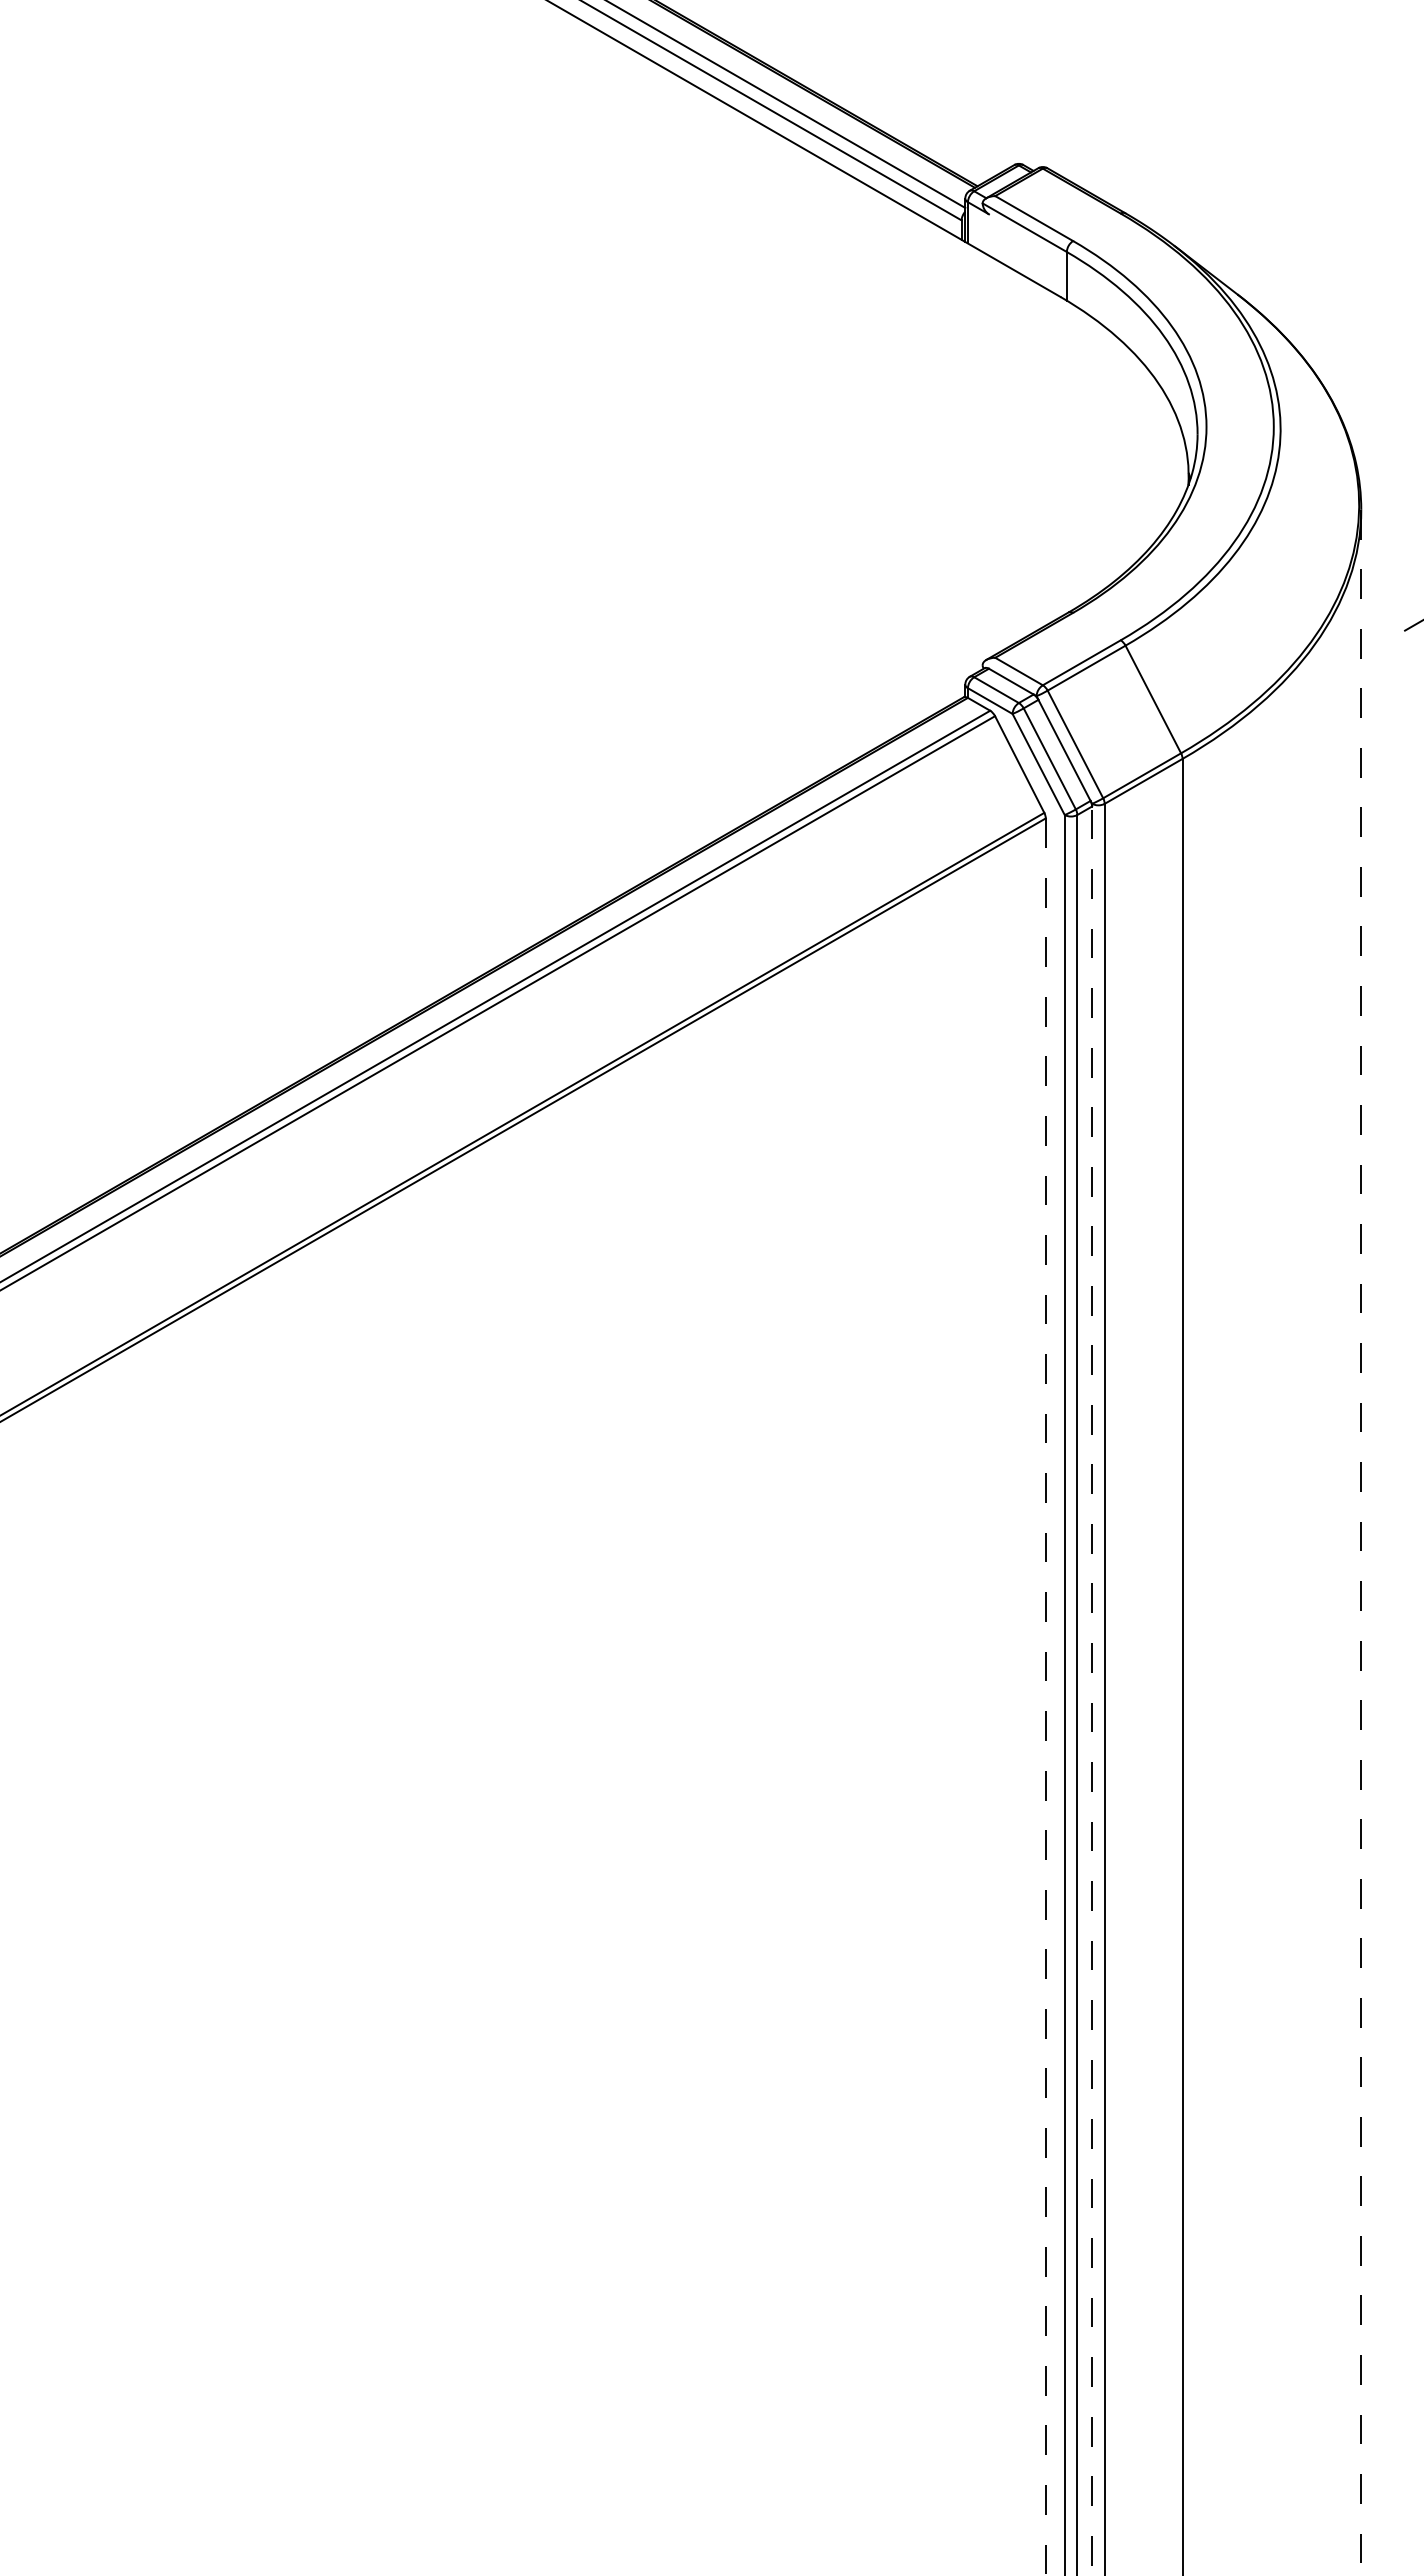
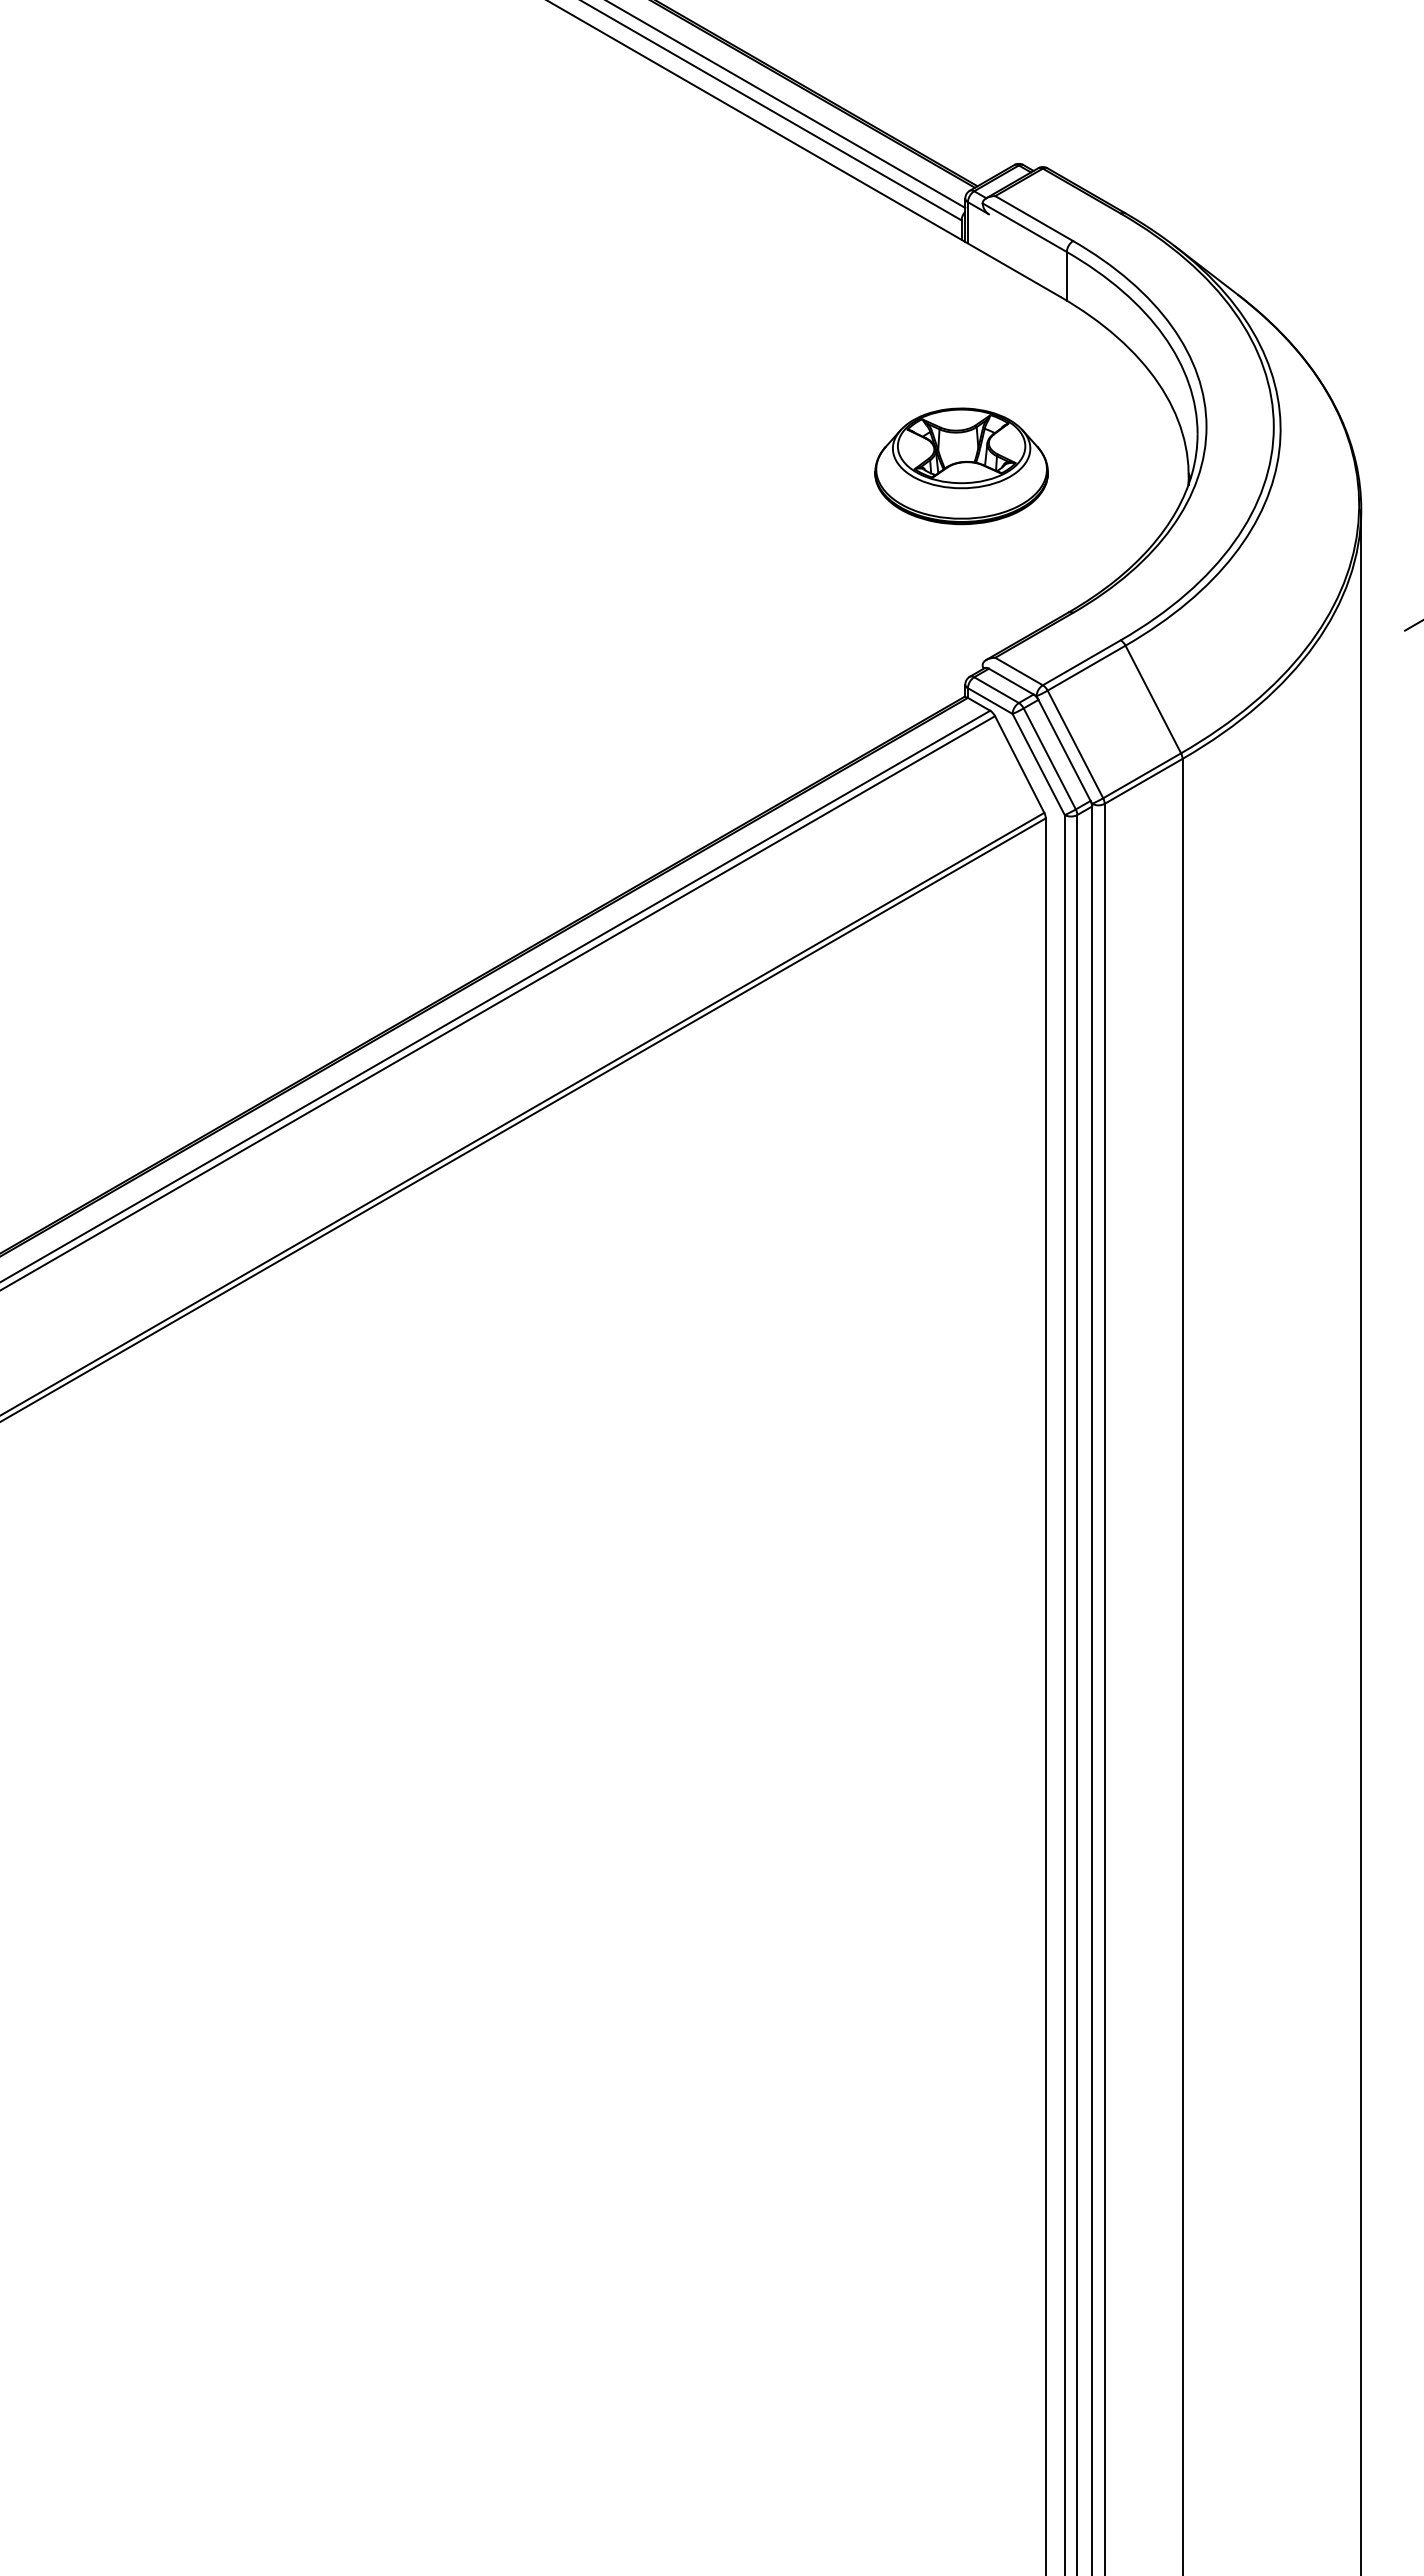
part at (961, 466): none -> present
line at (1361, 1542): dashed -> solid
line at (1092, 1690): dashed -> solid
line at (1045, 1697): dashed -> solid
